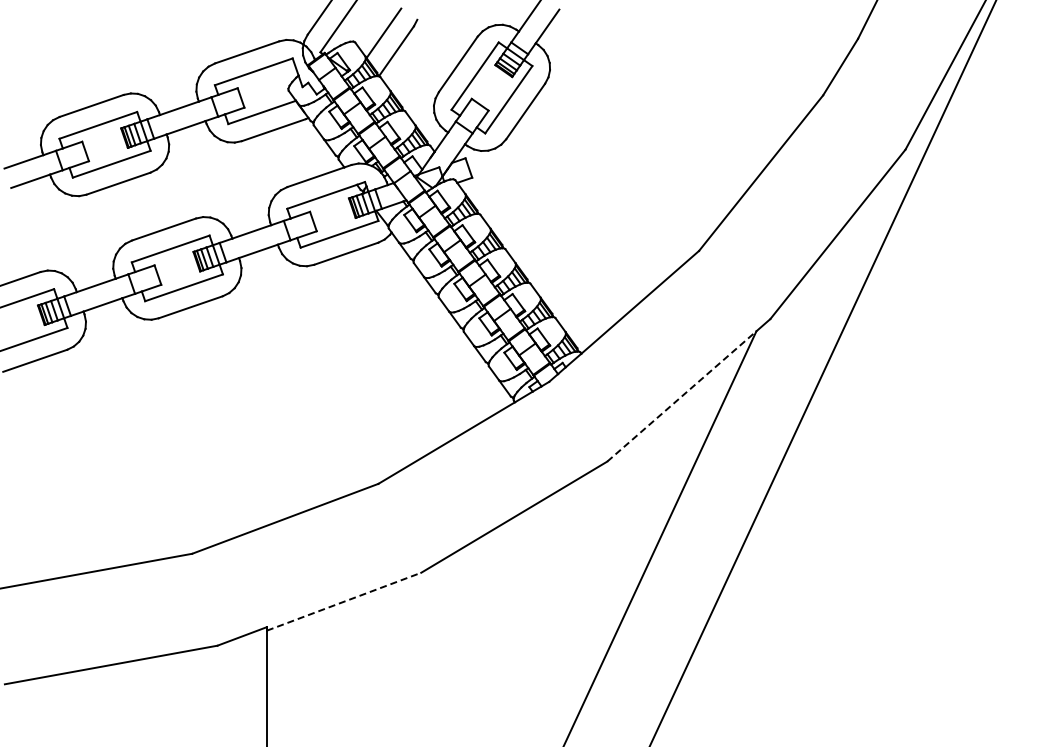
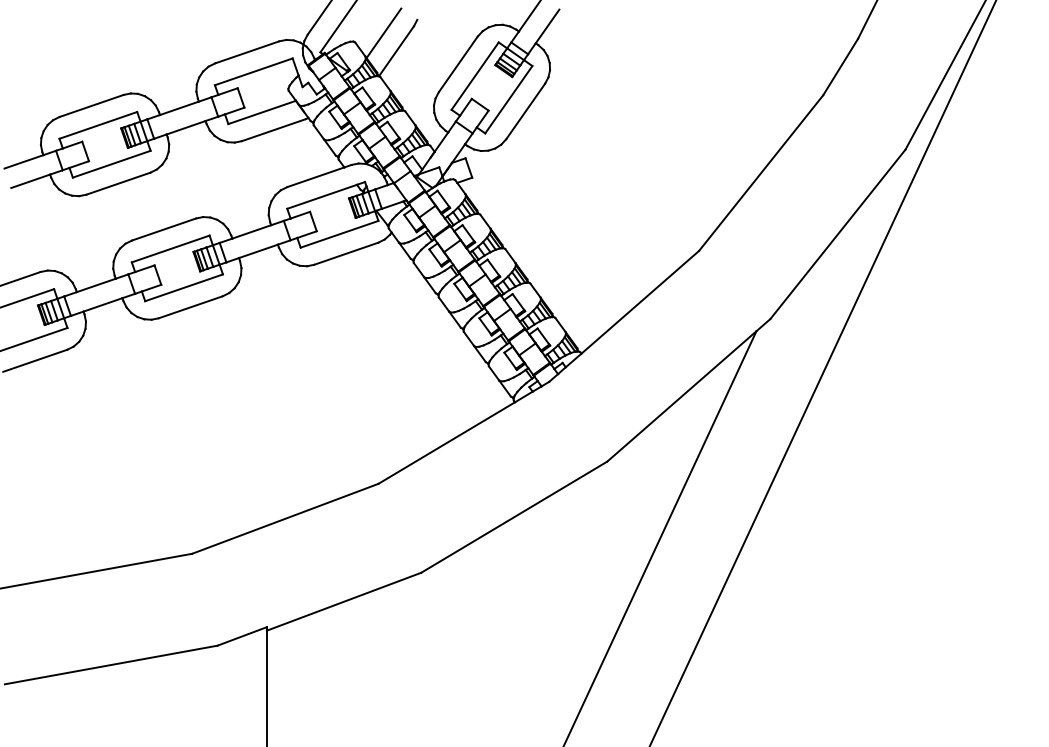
line at (682, 396): dashed -> solid
line at (344, 601): dashed -> solid
